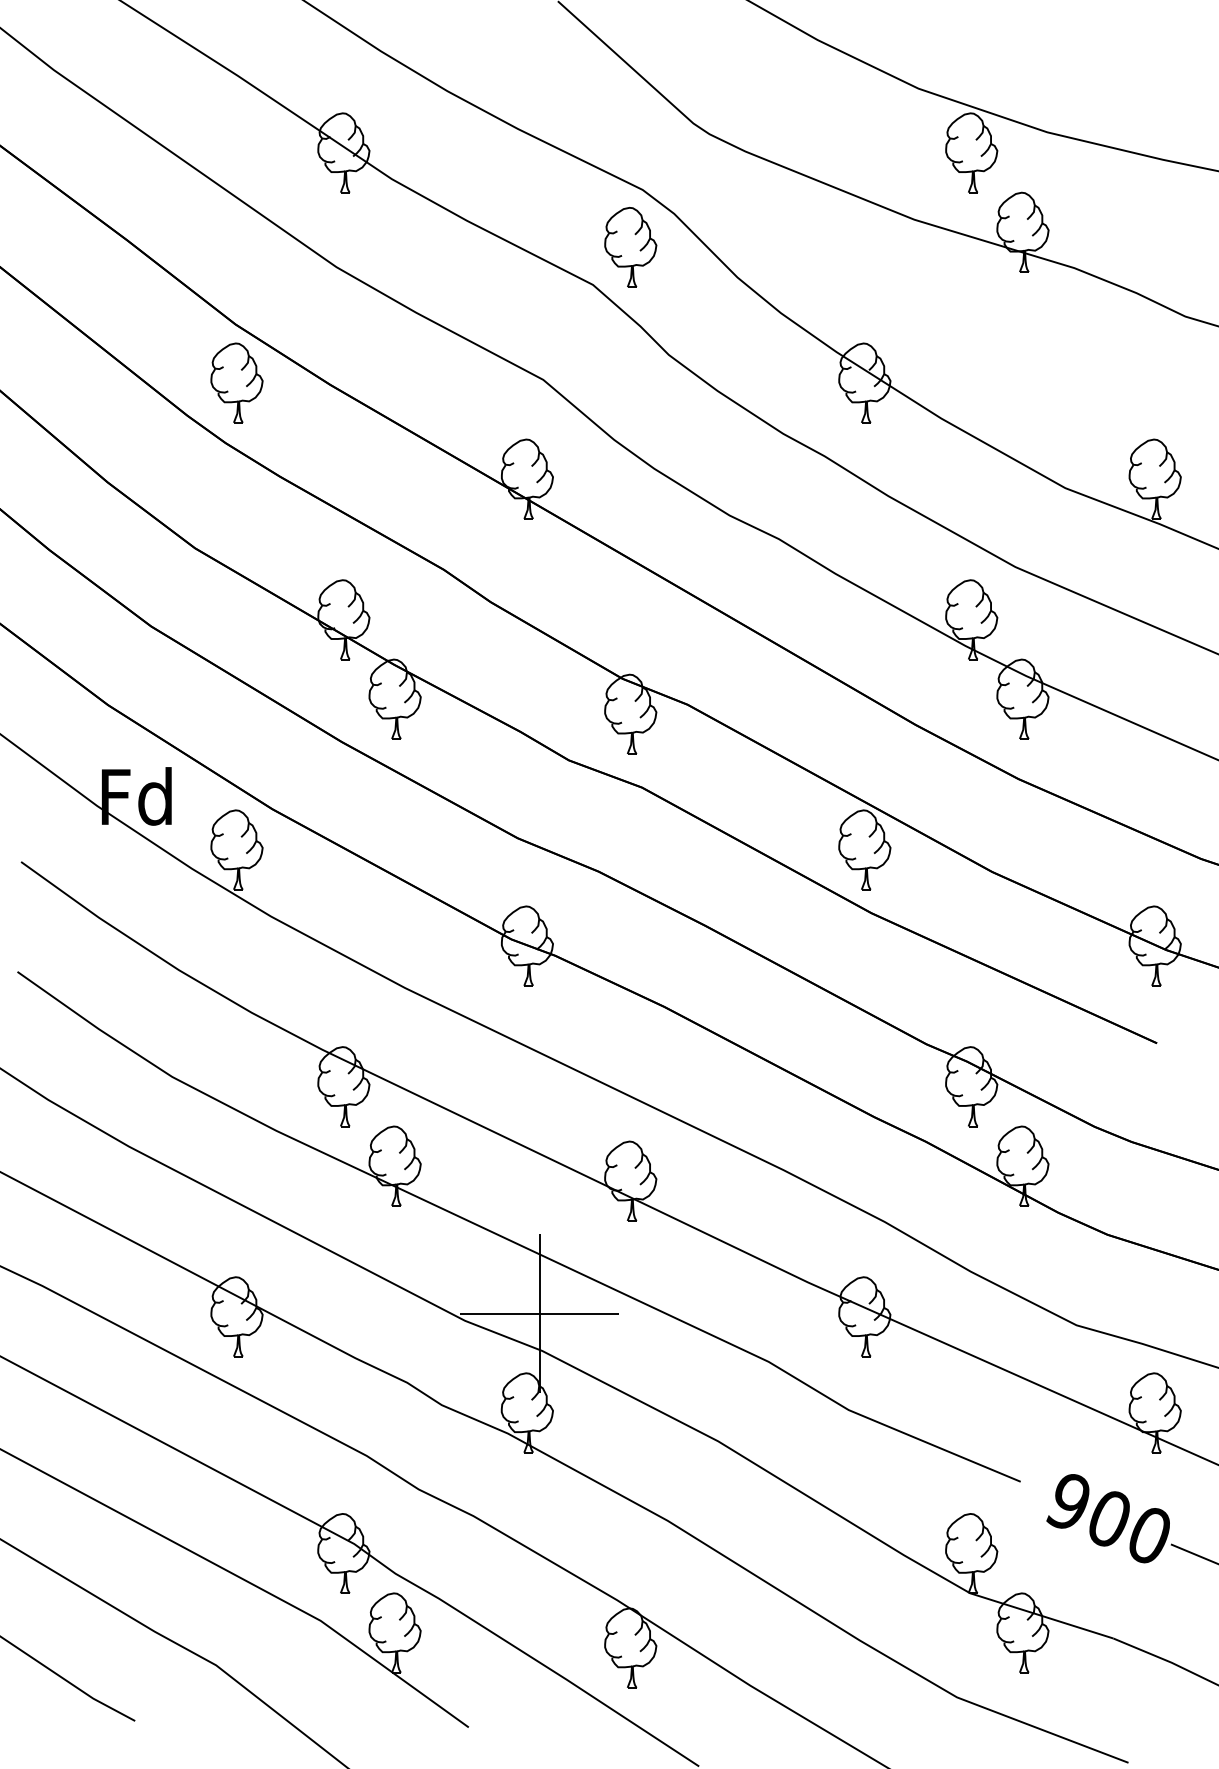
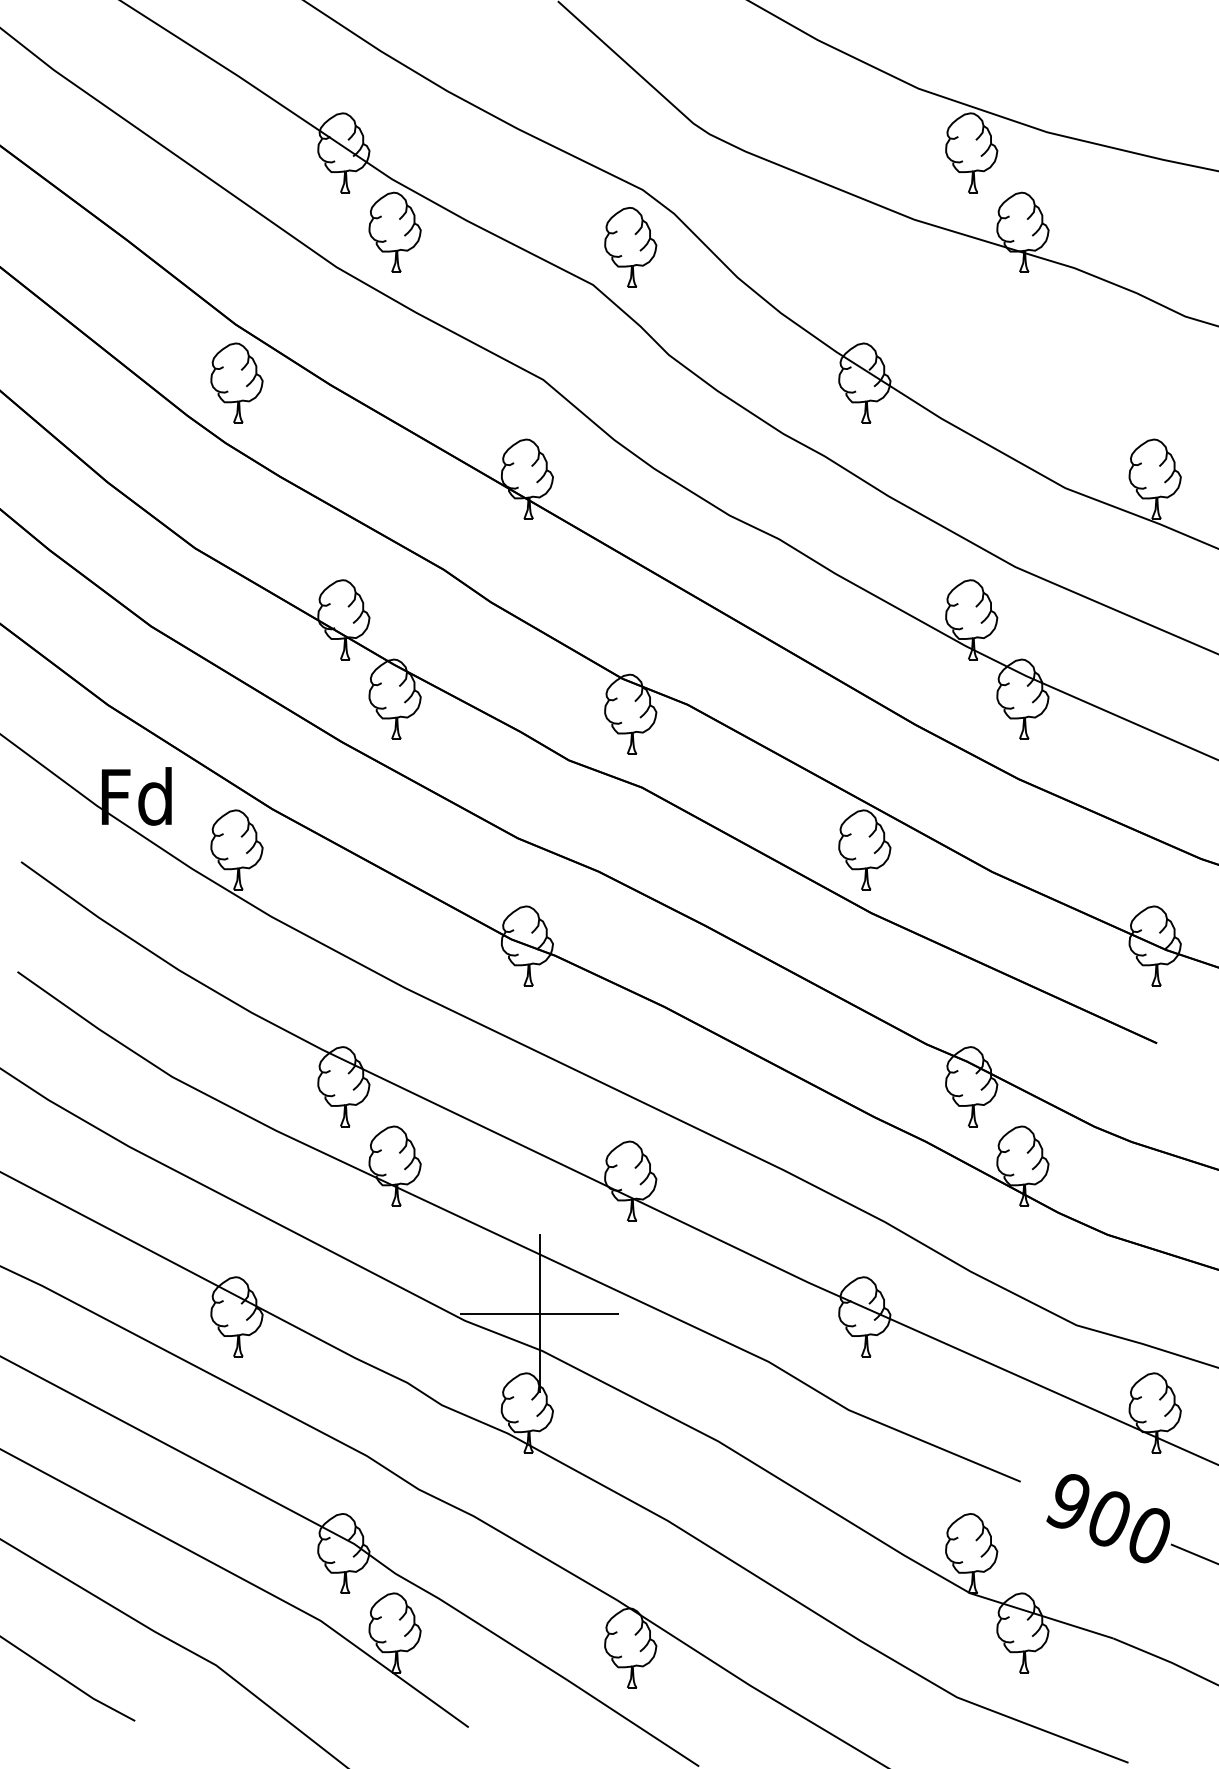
part at (394, 231): none -> present
